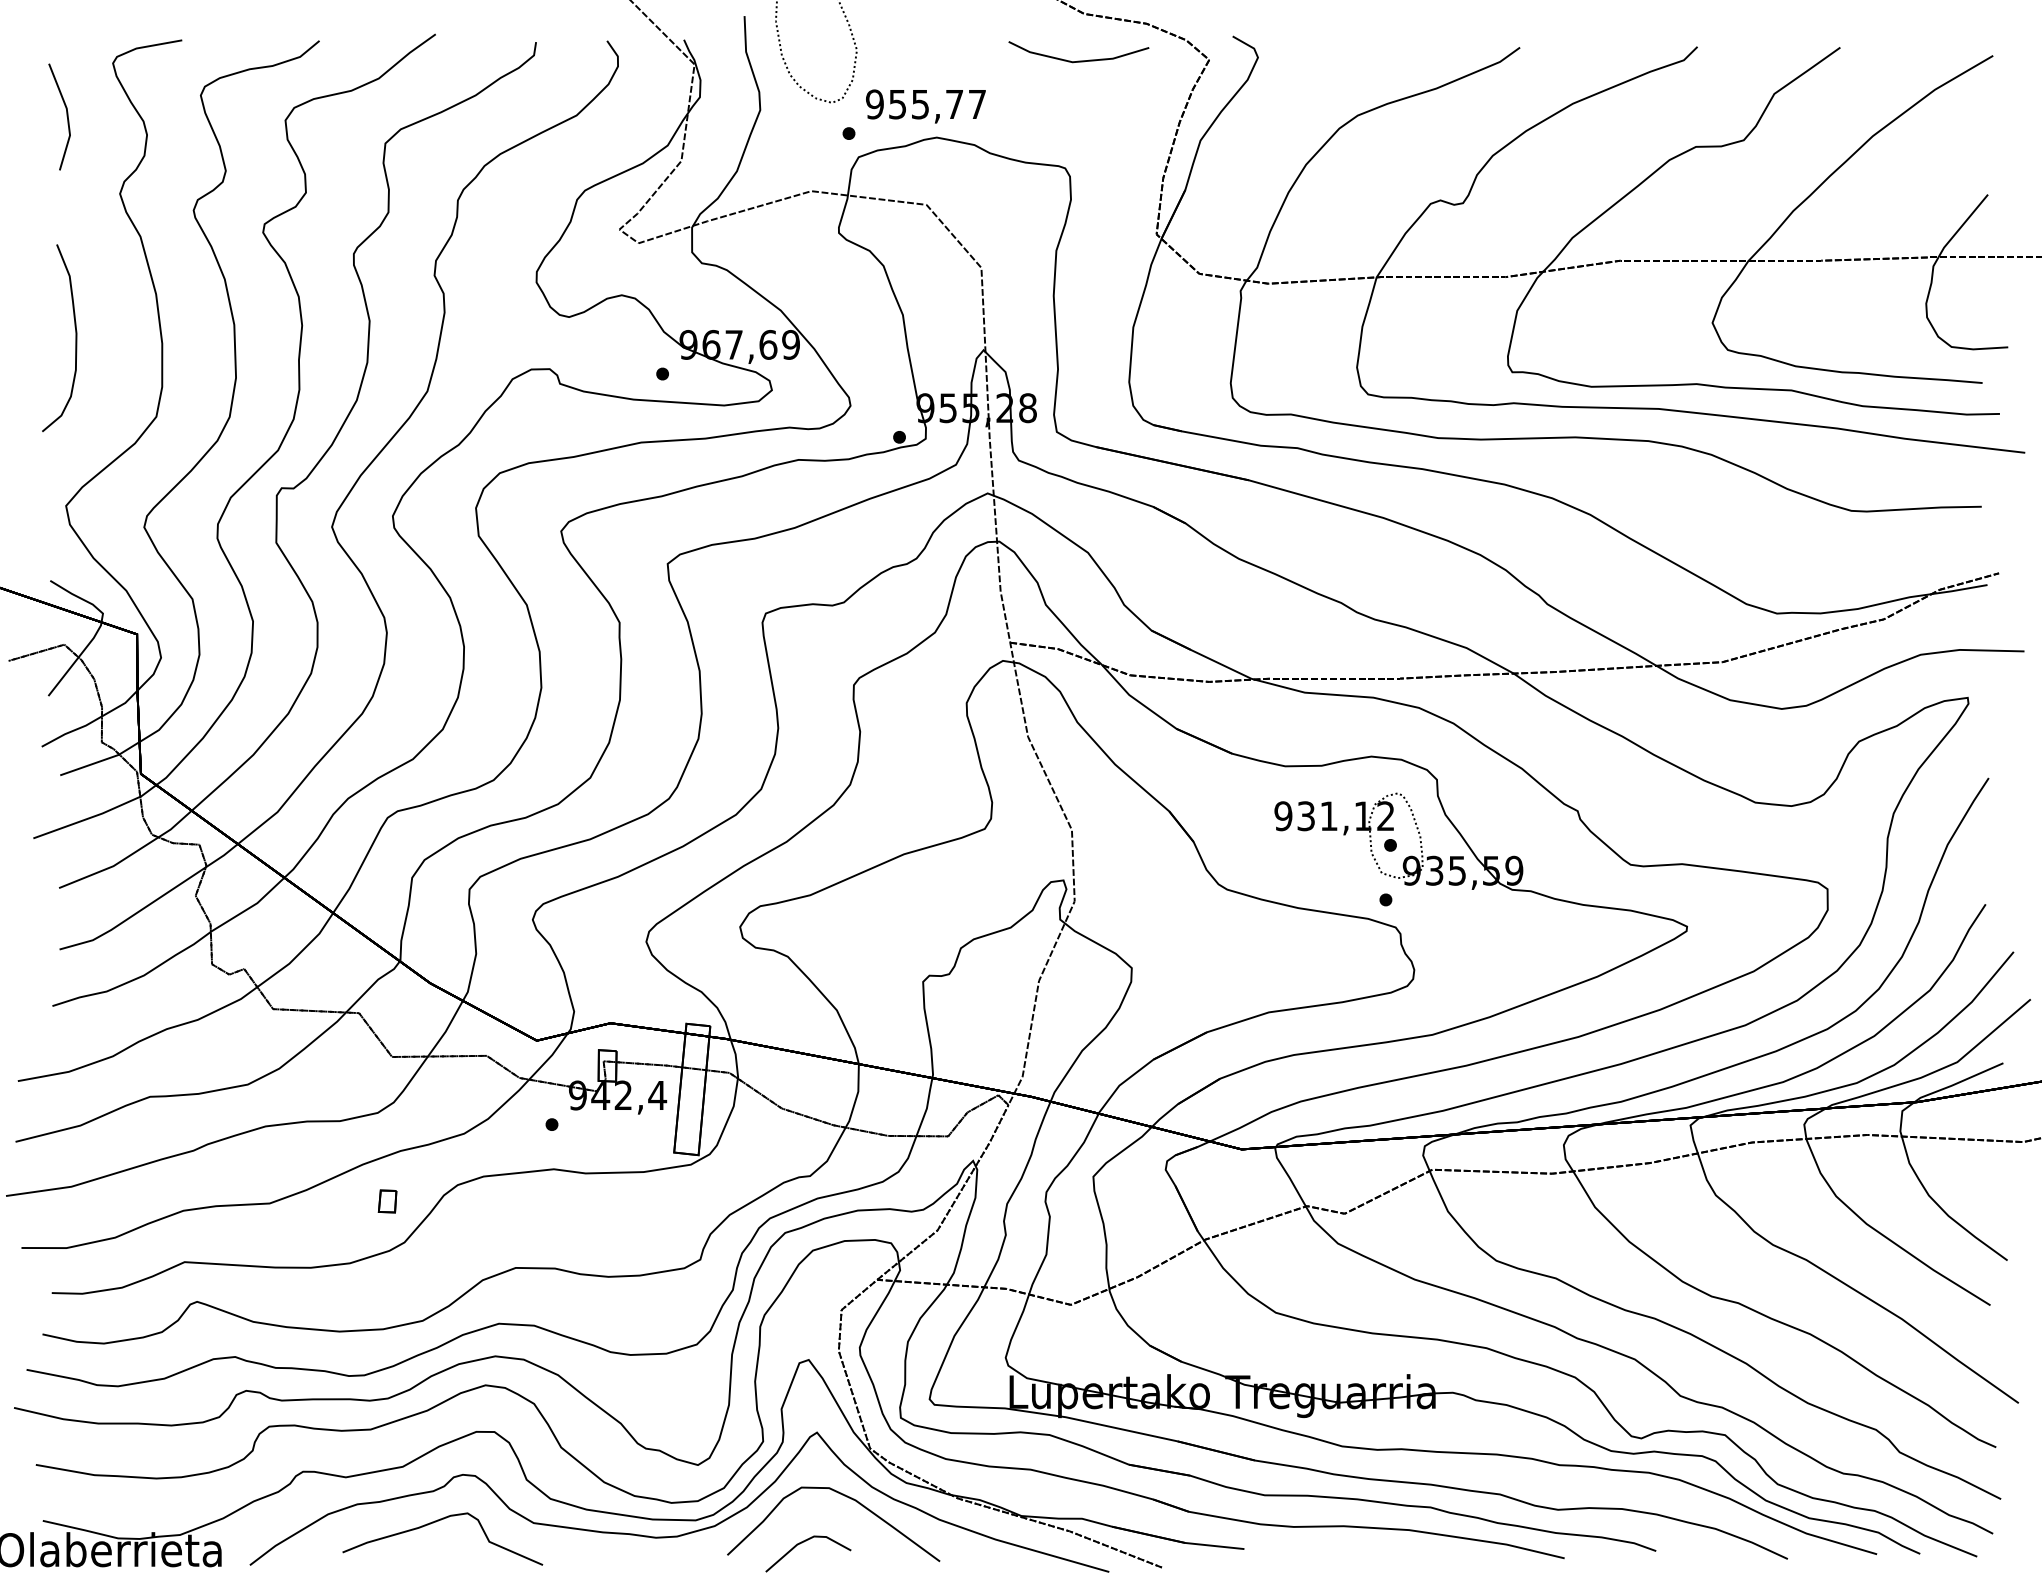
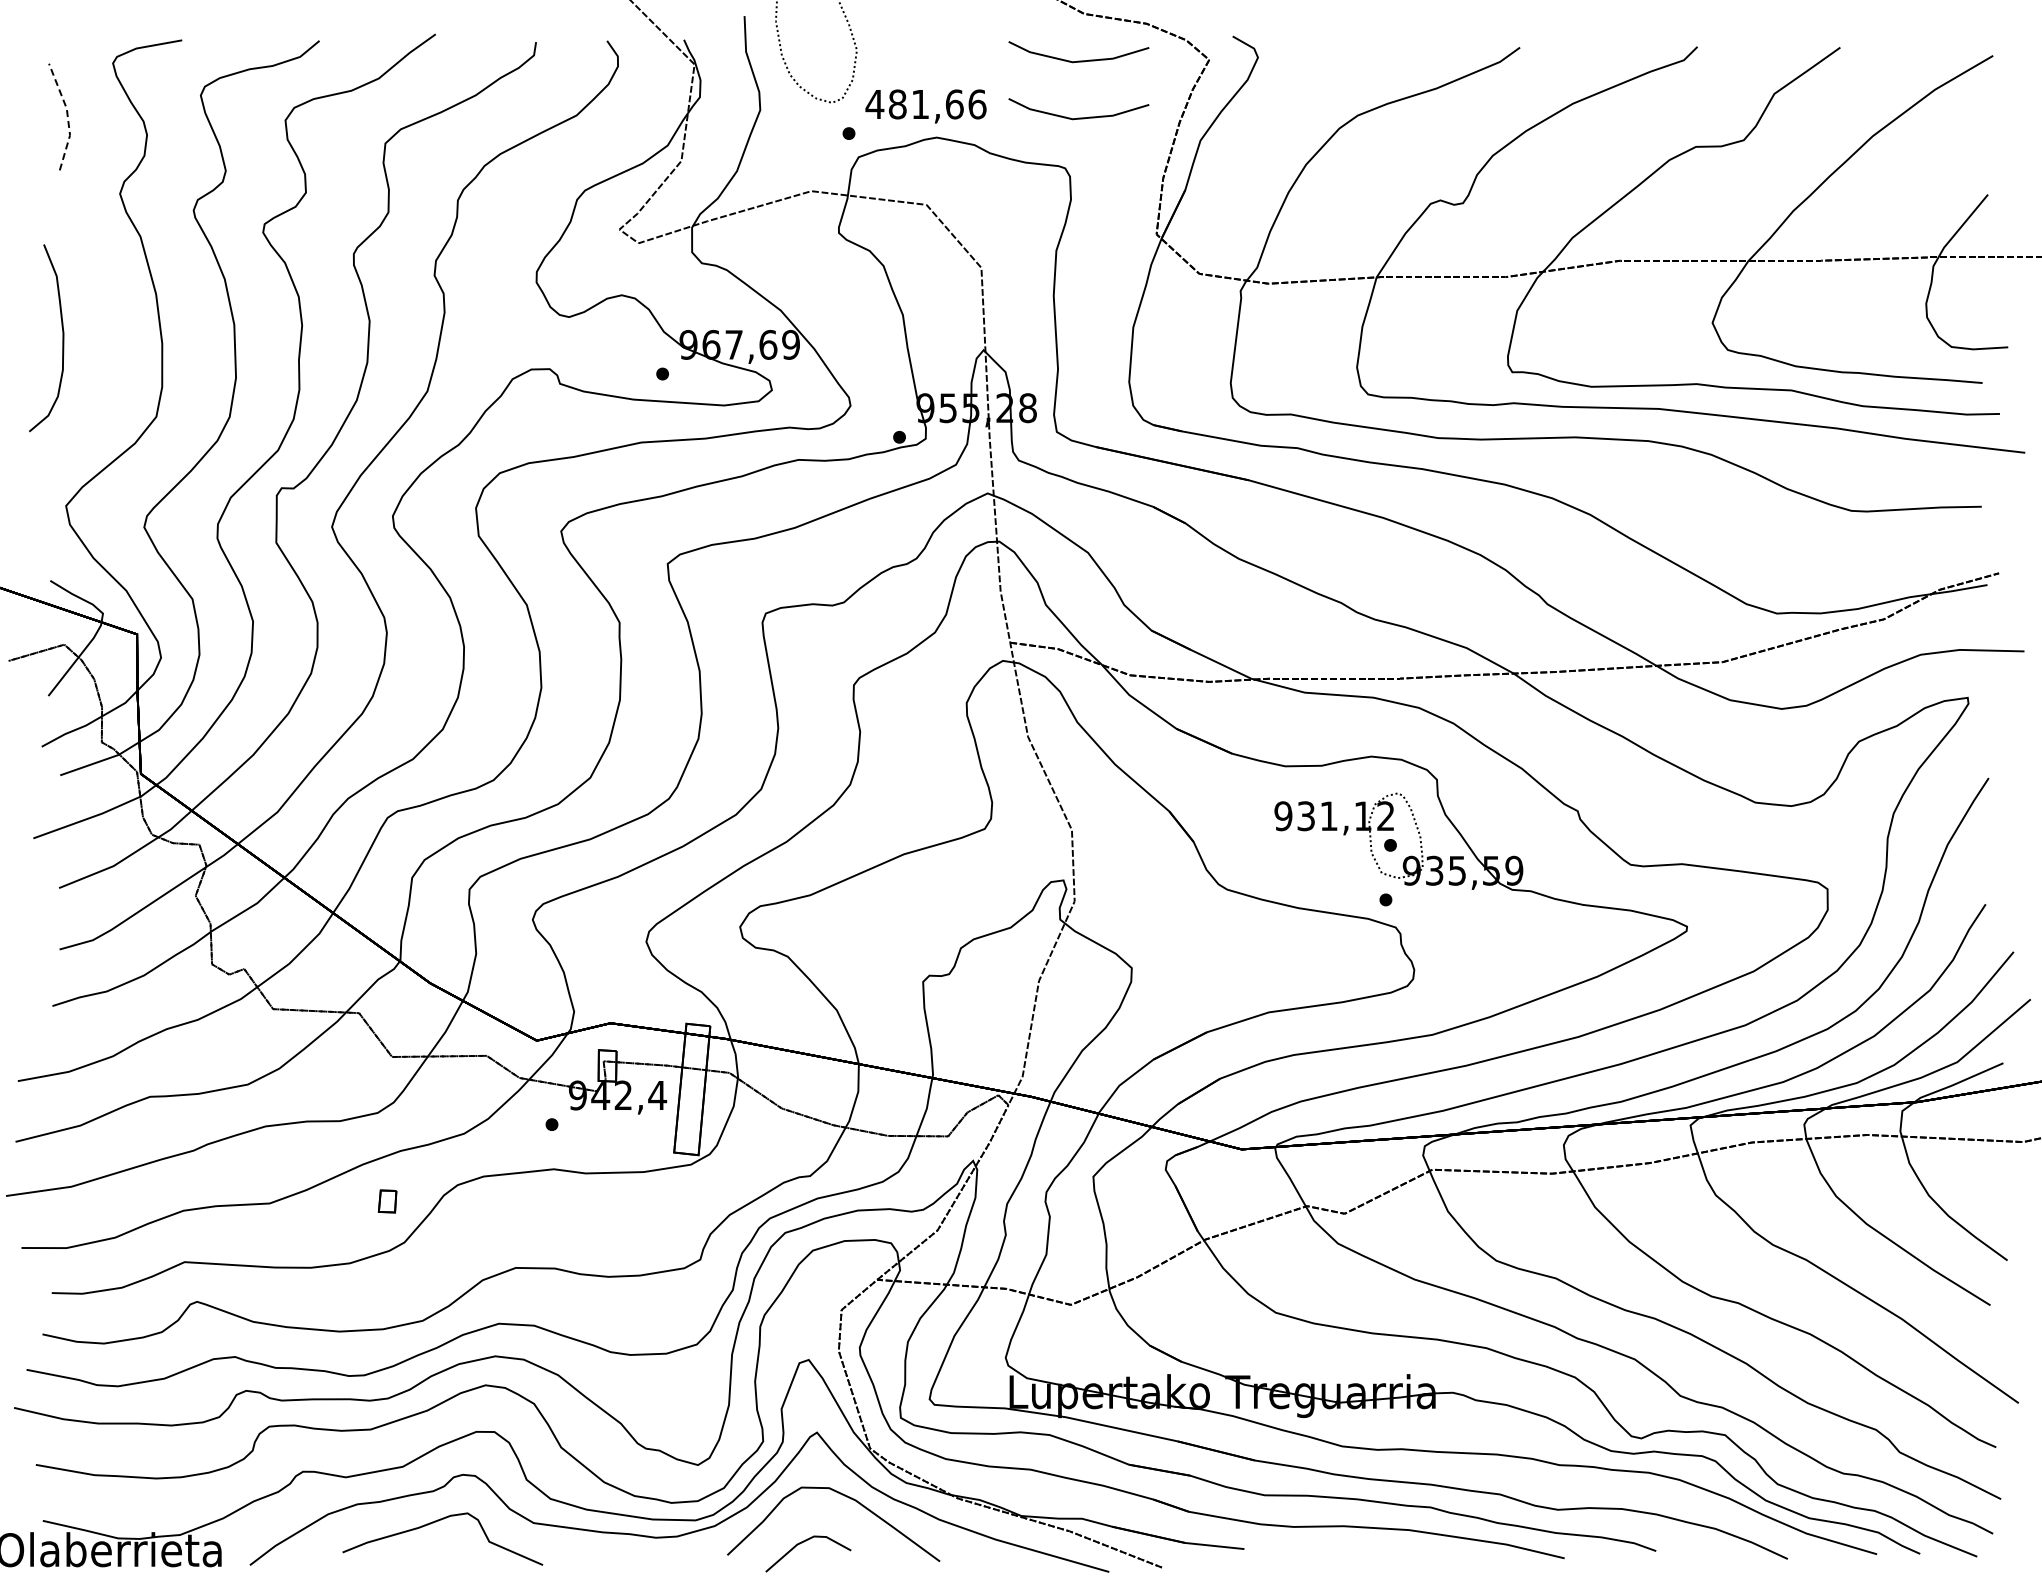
text at (925, 104): 955,77 -> 481,66
line at (67, 115): solid -> dashed
line at (1078, 117): none -> present
curve at (75, 337) position: (75, 337) -> (62, 337)
